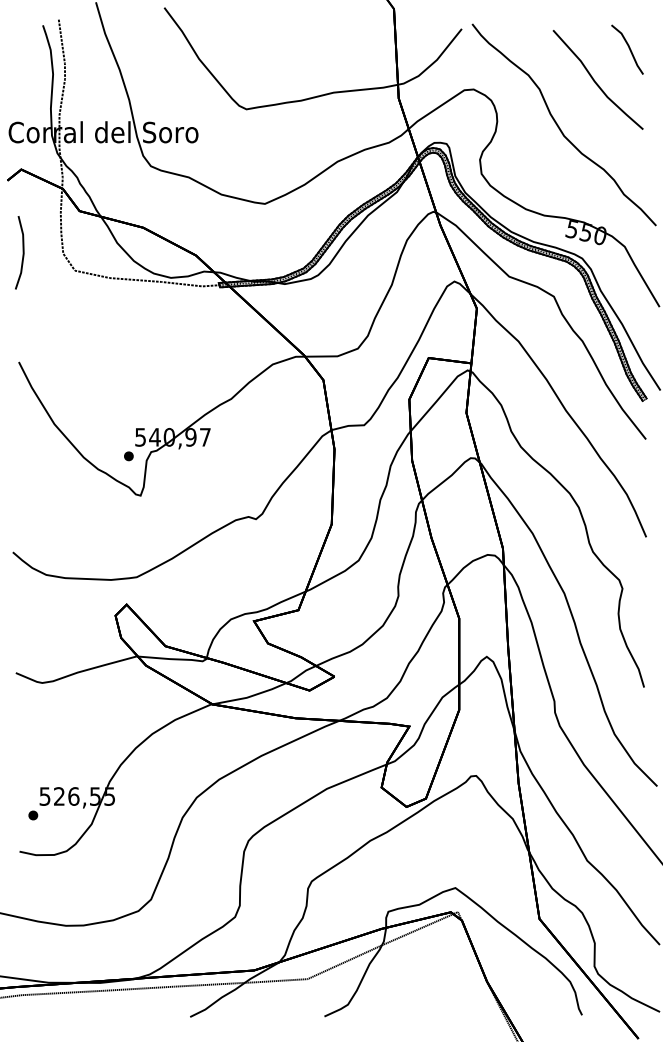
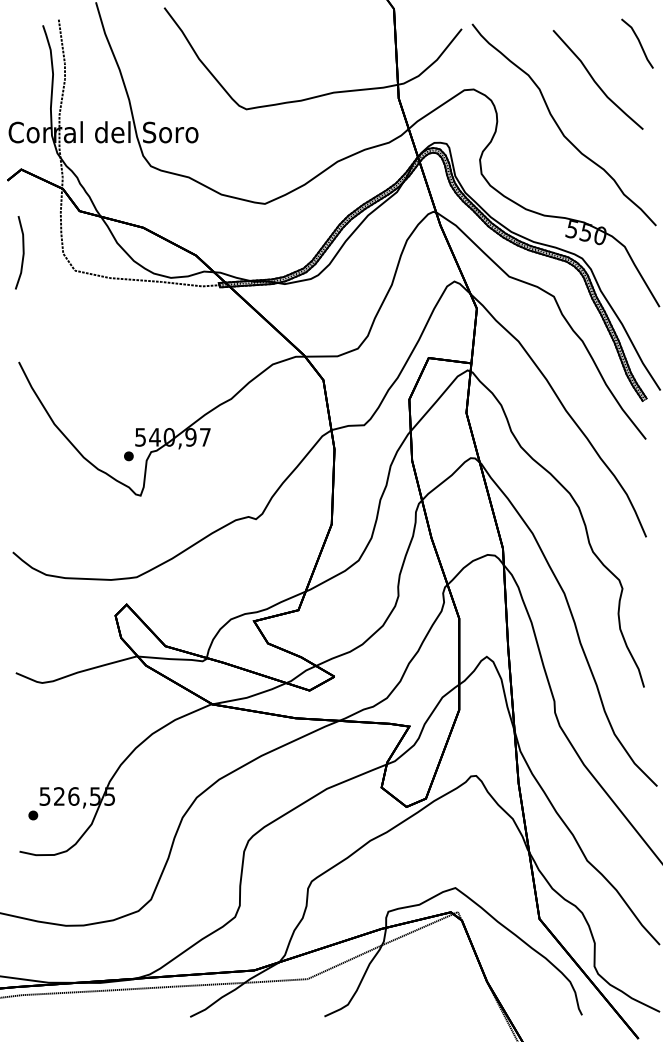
line at (628, 48) position: (628, 48) -> (638, 42)
